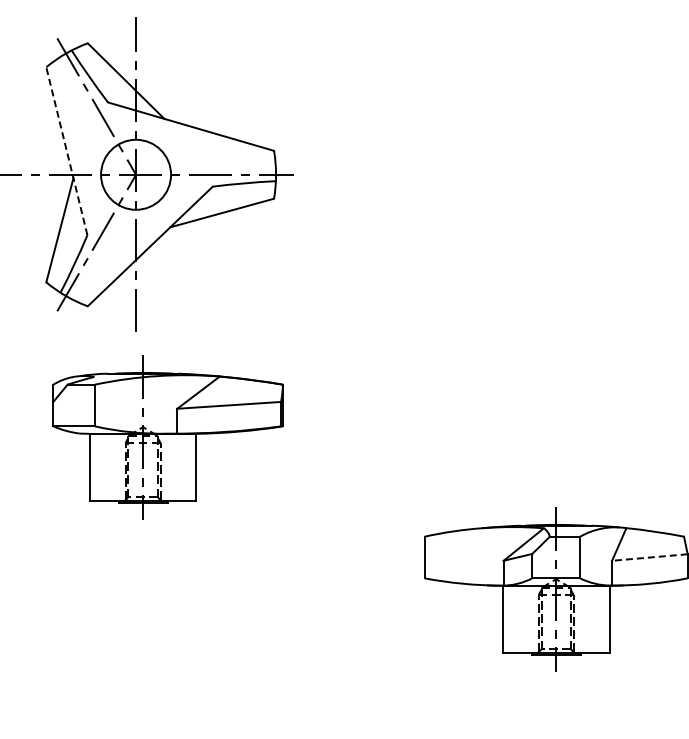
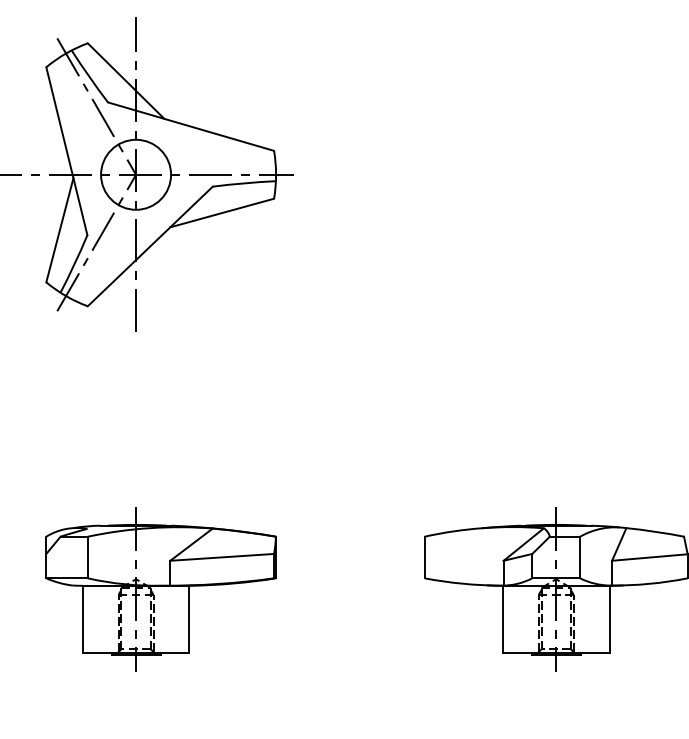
line at (66, 150): dashed -> solid
part at (167, 437) position: (167, 437) -> (160, 589)
line at (649, 557): dashed -> solid
